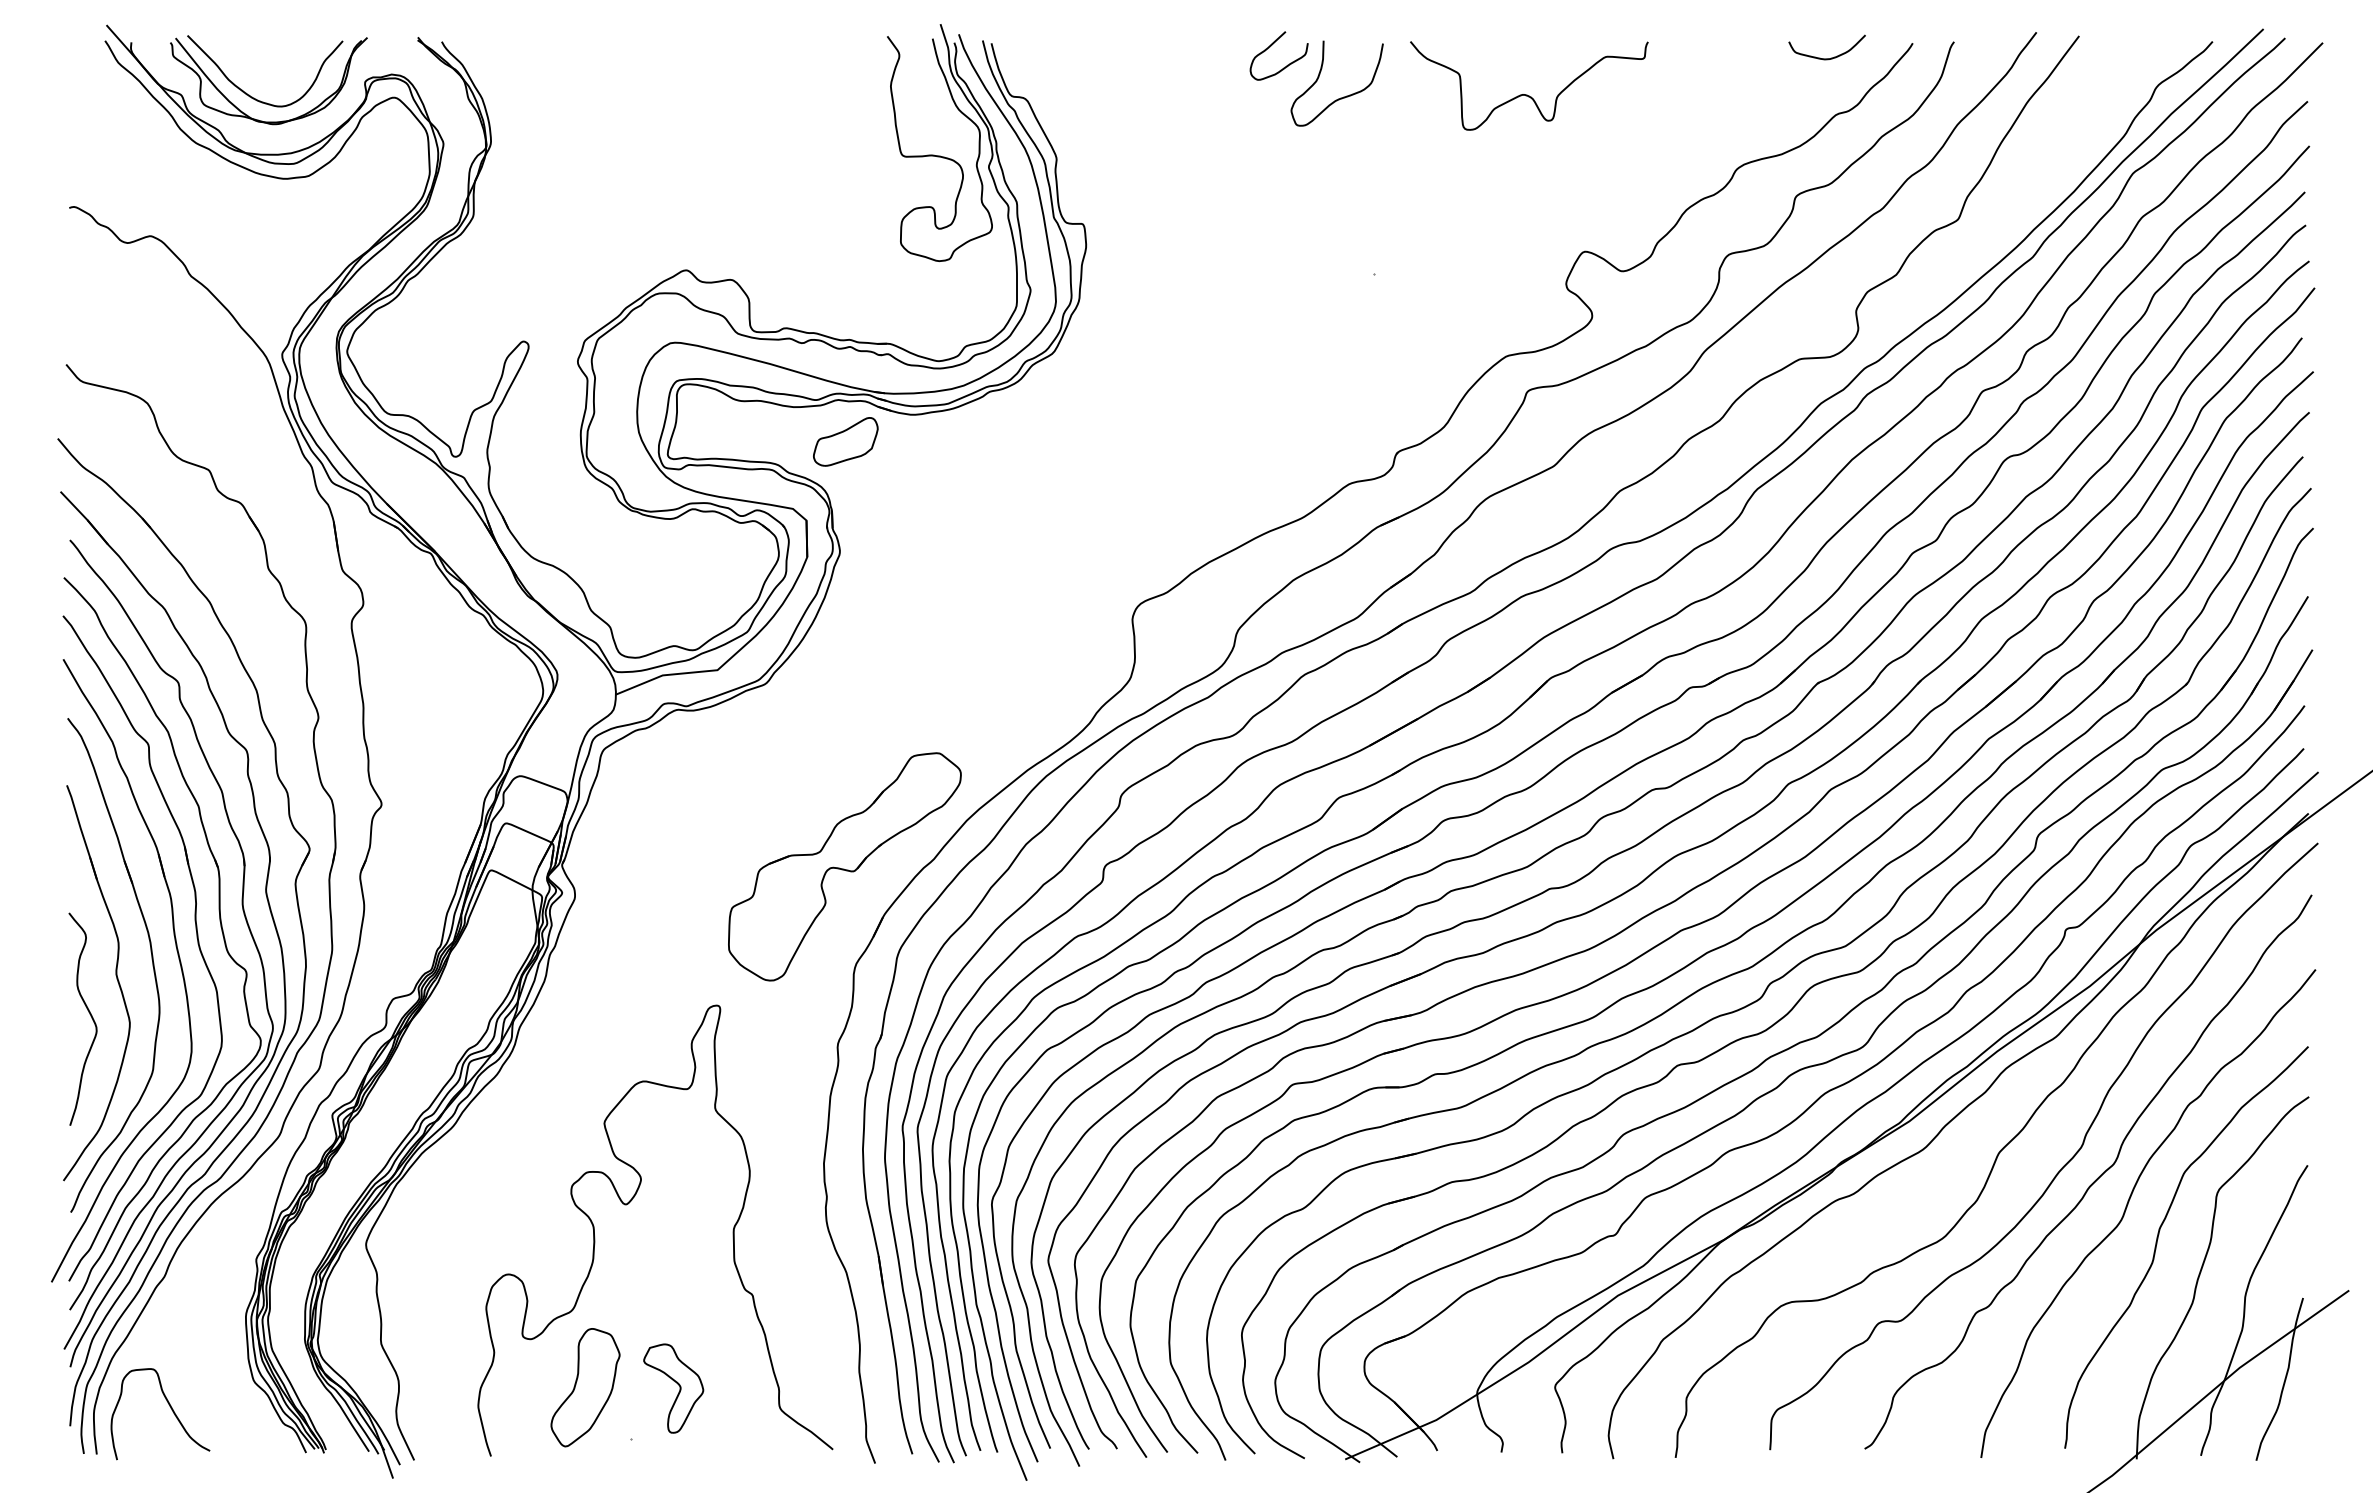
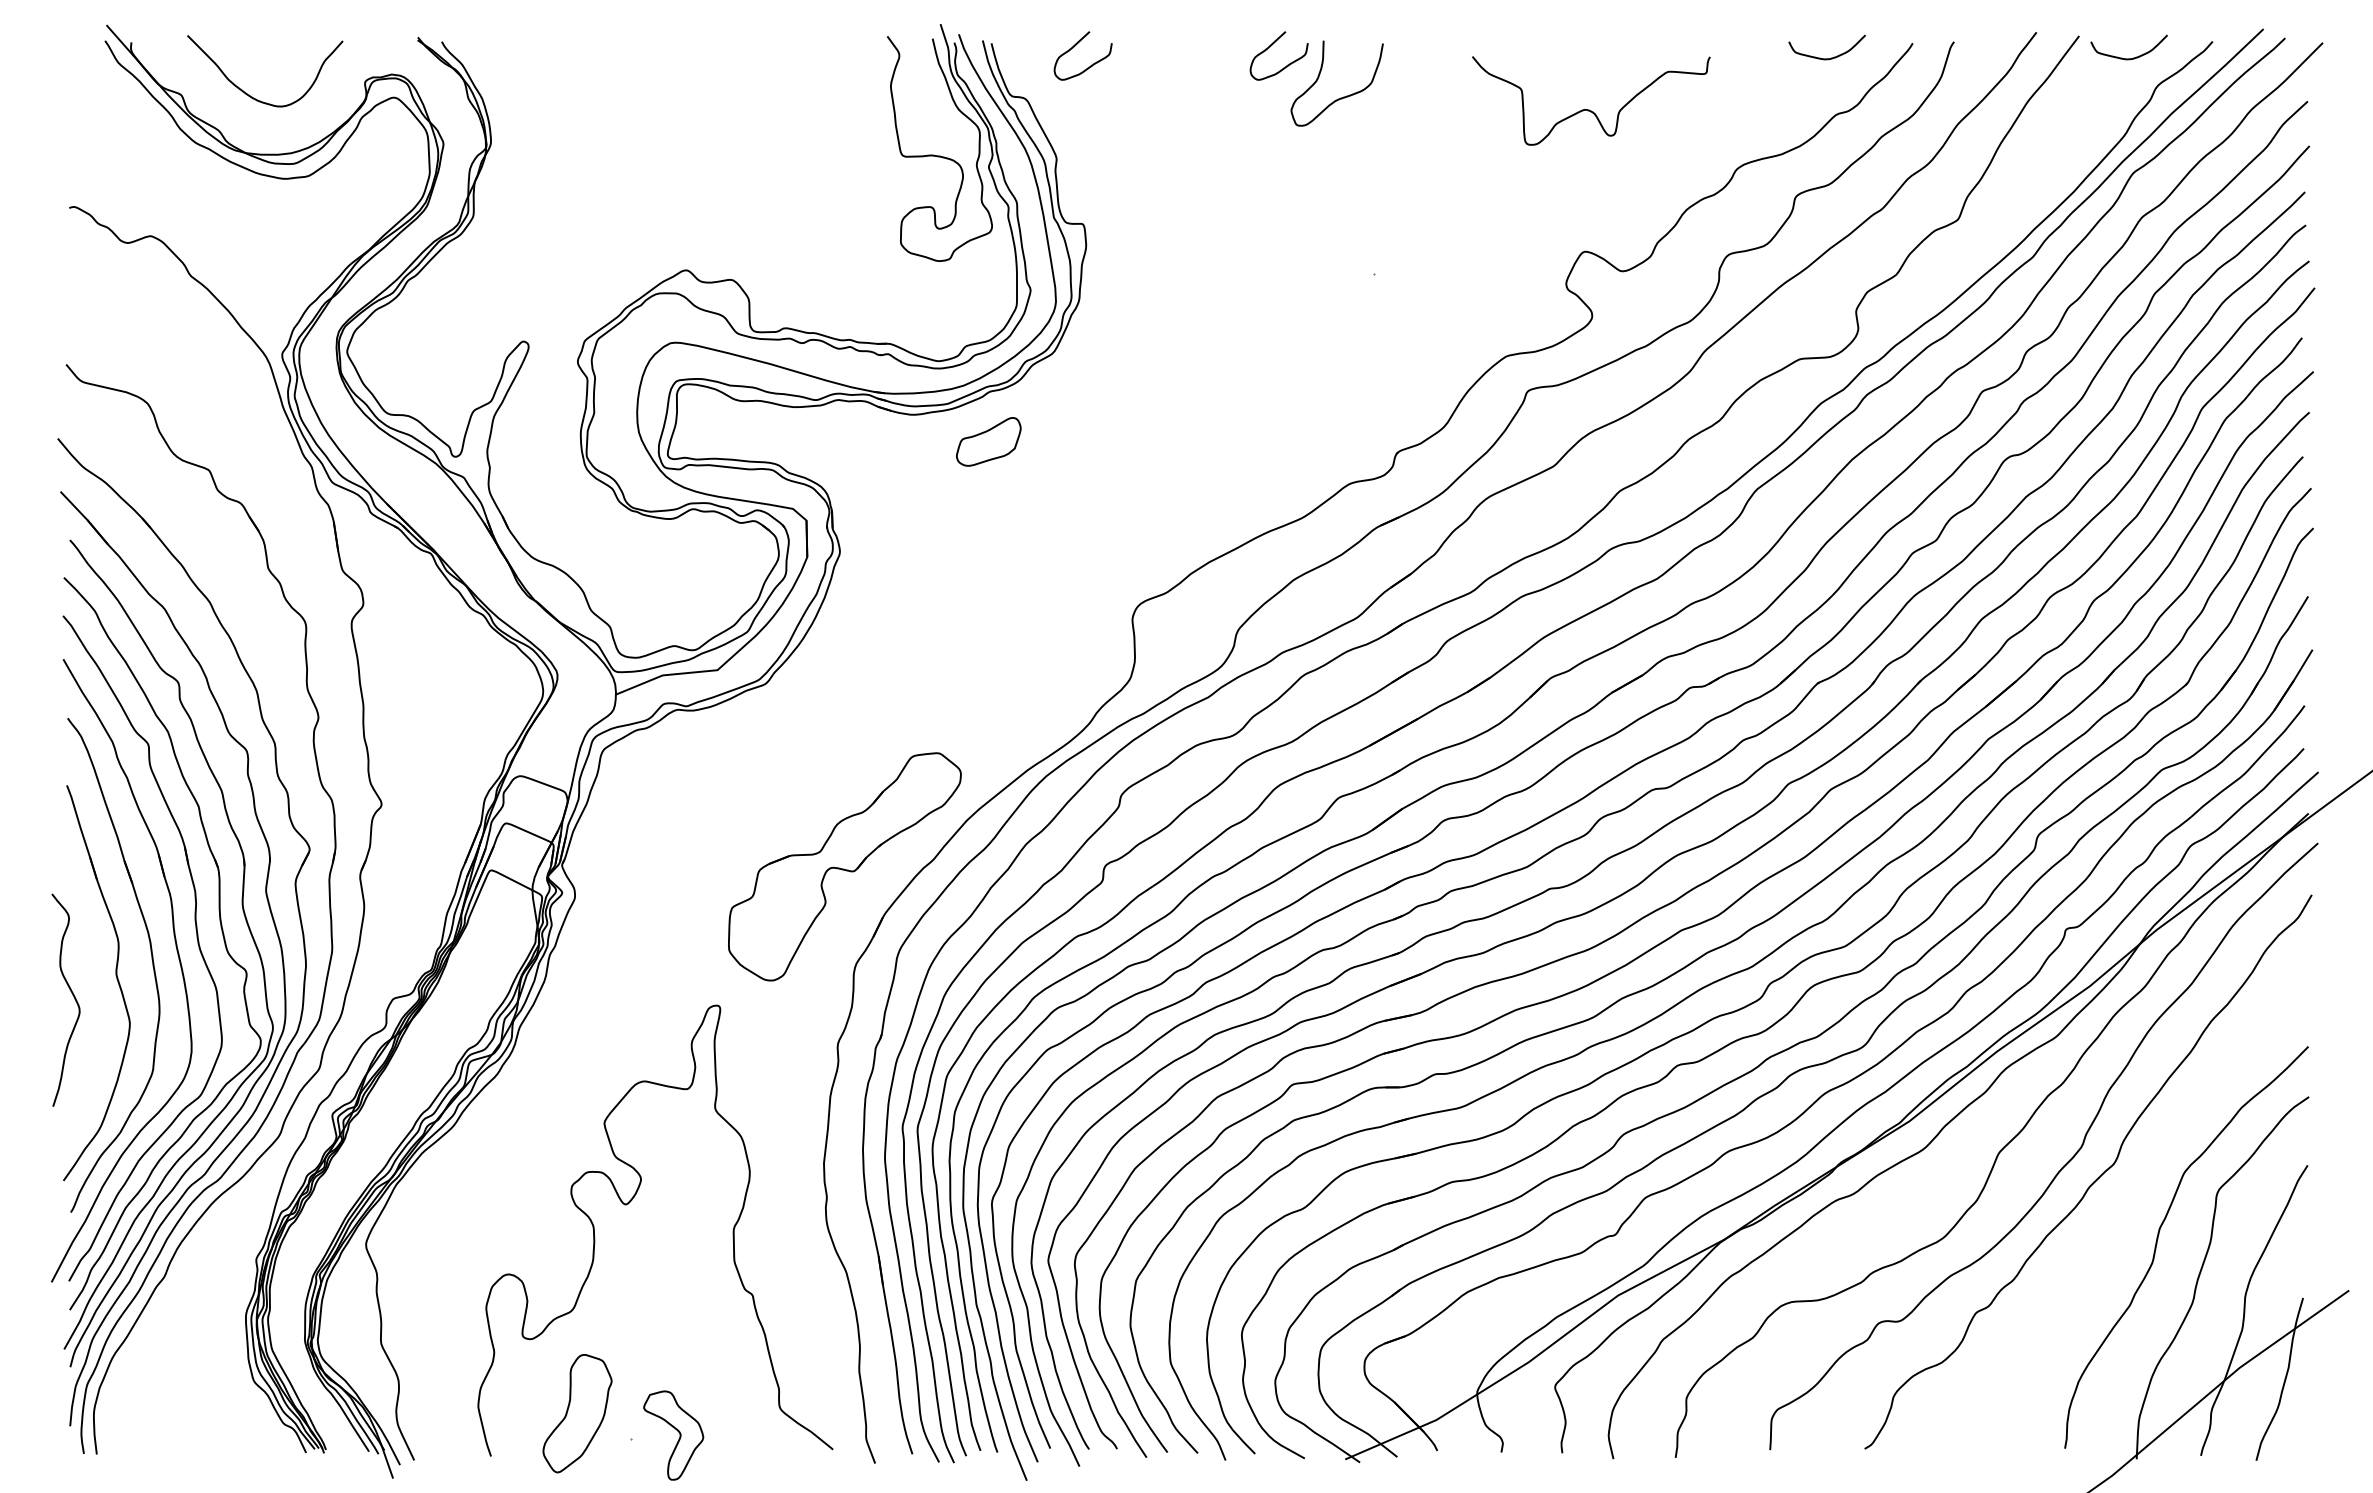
curve at (1074, 47): none -> present
curve at (2128, 58): none -> present
curve at (1527, 94) position: (1527, 94) -> (1589, 109)
part at (247, 114): present -> none
part at (845, 441) position: (845, 441) -> (988, 441)
curve at (89, 1014) position: (89, 1014) -> (72, 995)
curve at (2127, 1207): present -> none
part at (585, 1387) position: (585, 1387) -> (577, 1413)
part at (673, 1388) position: (673, 1388) -> (673, 1435)
curve at (170, 1408): present -> none
